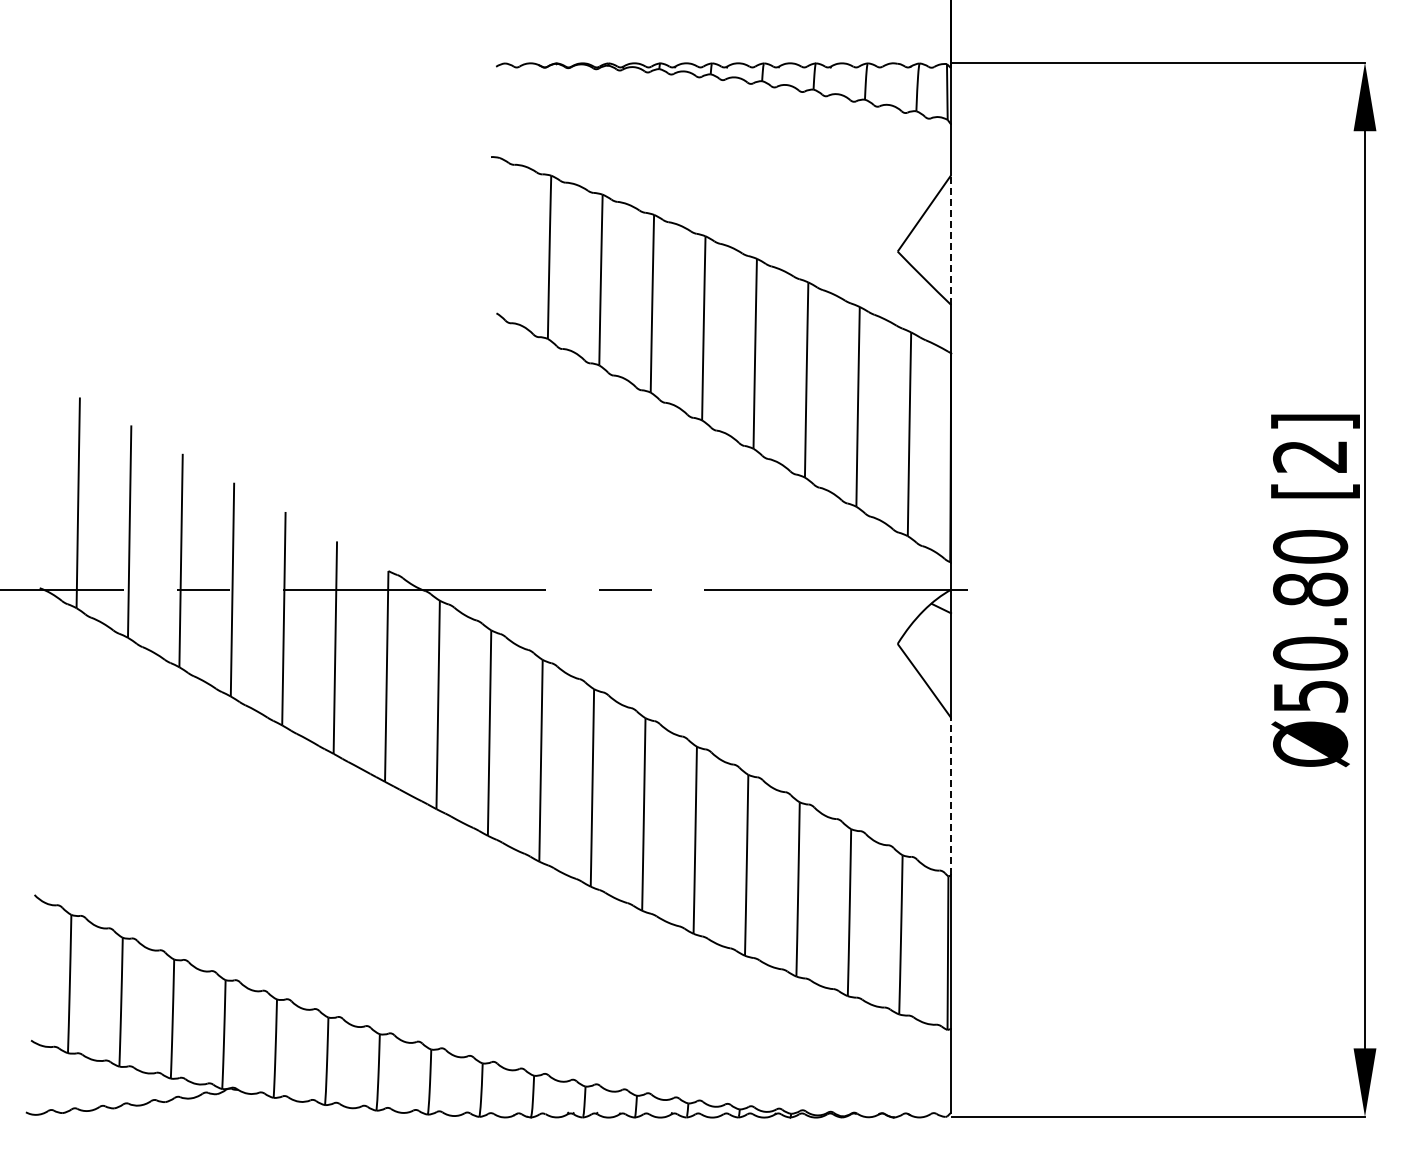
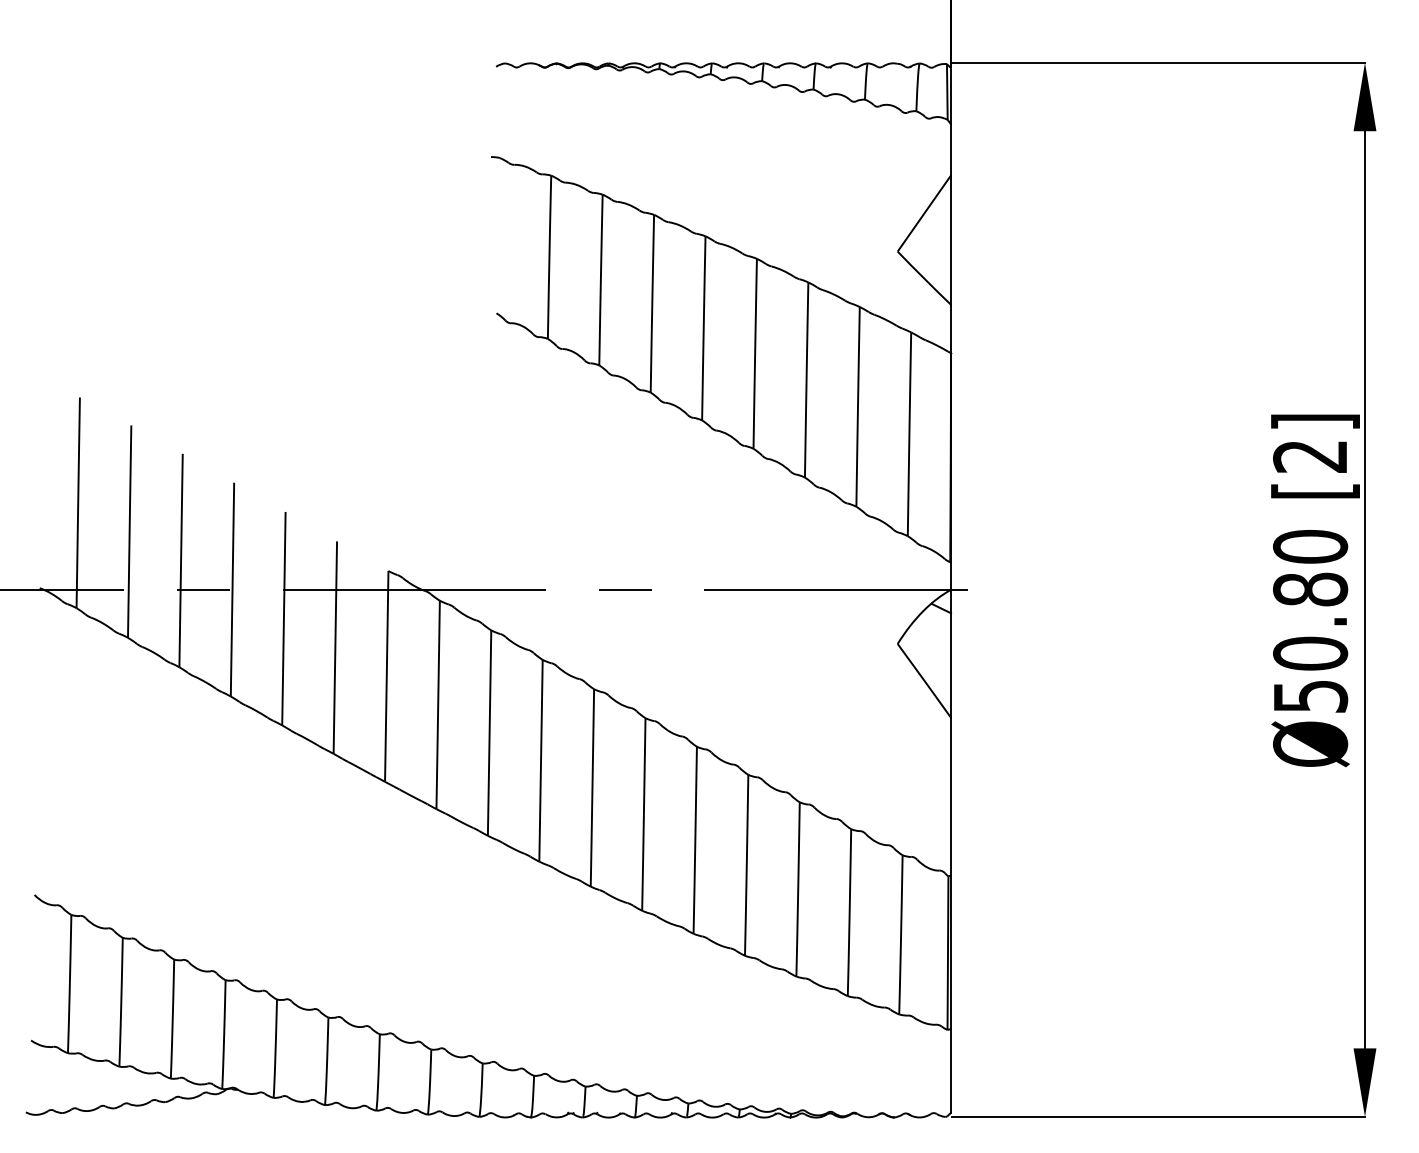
line at (951, 240): dashed -> solid
line at (951, 796): dashed -> solid
